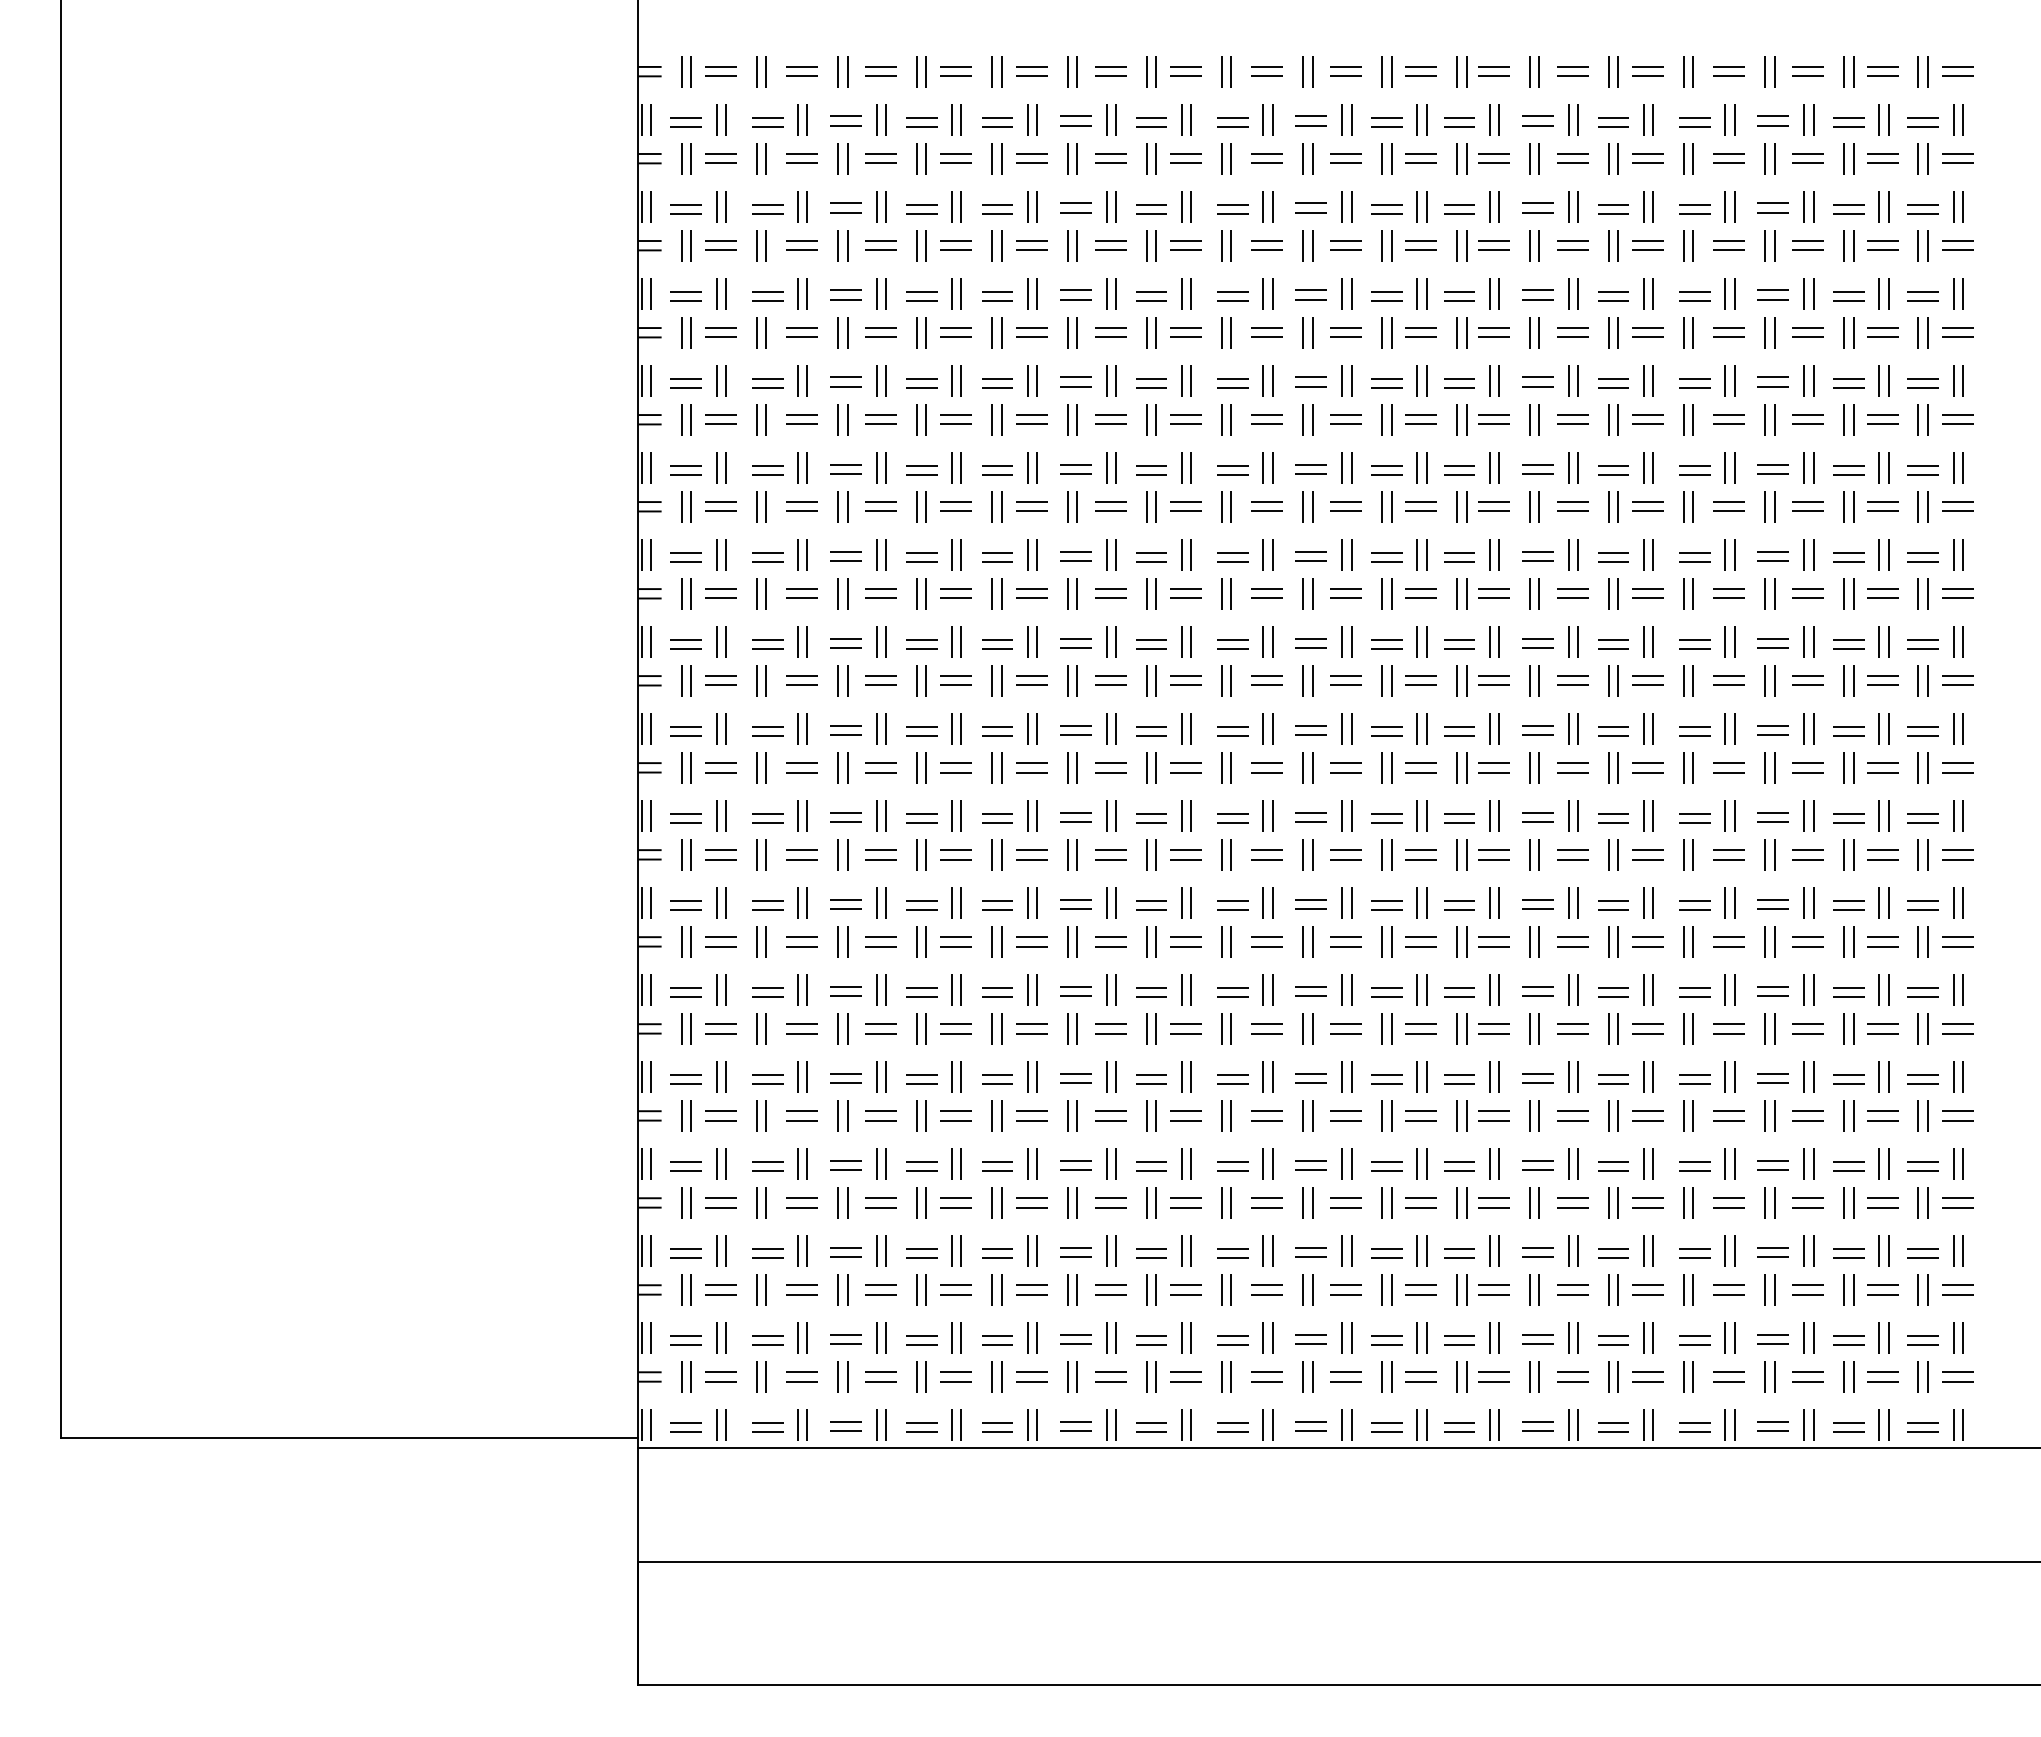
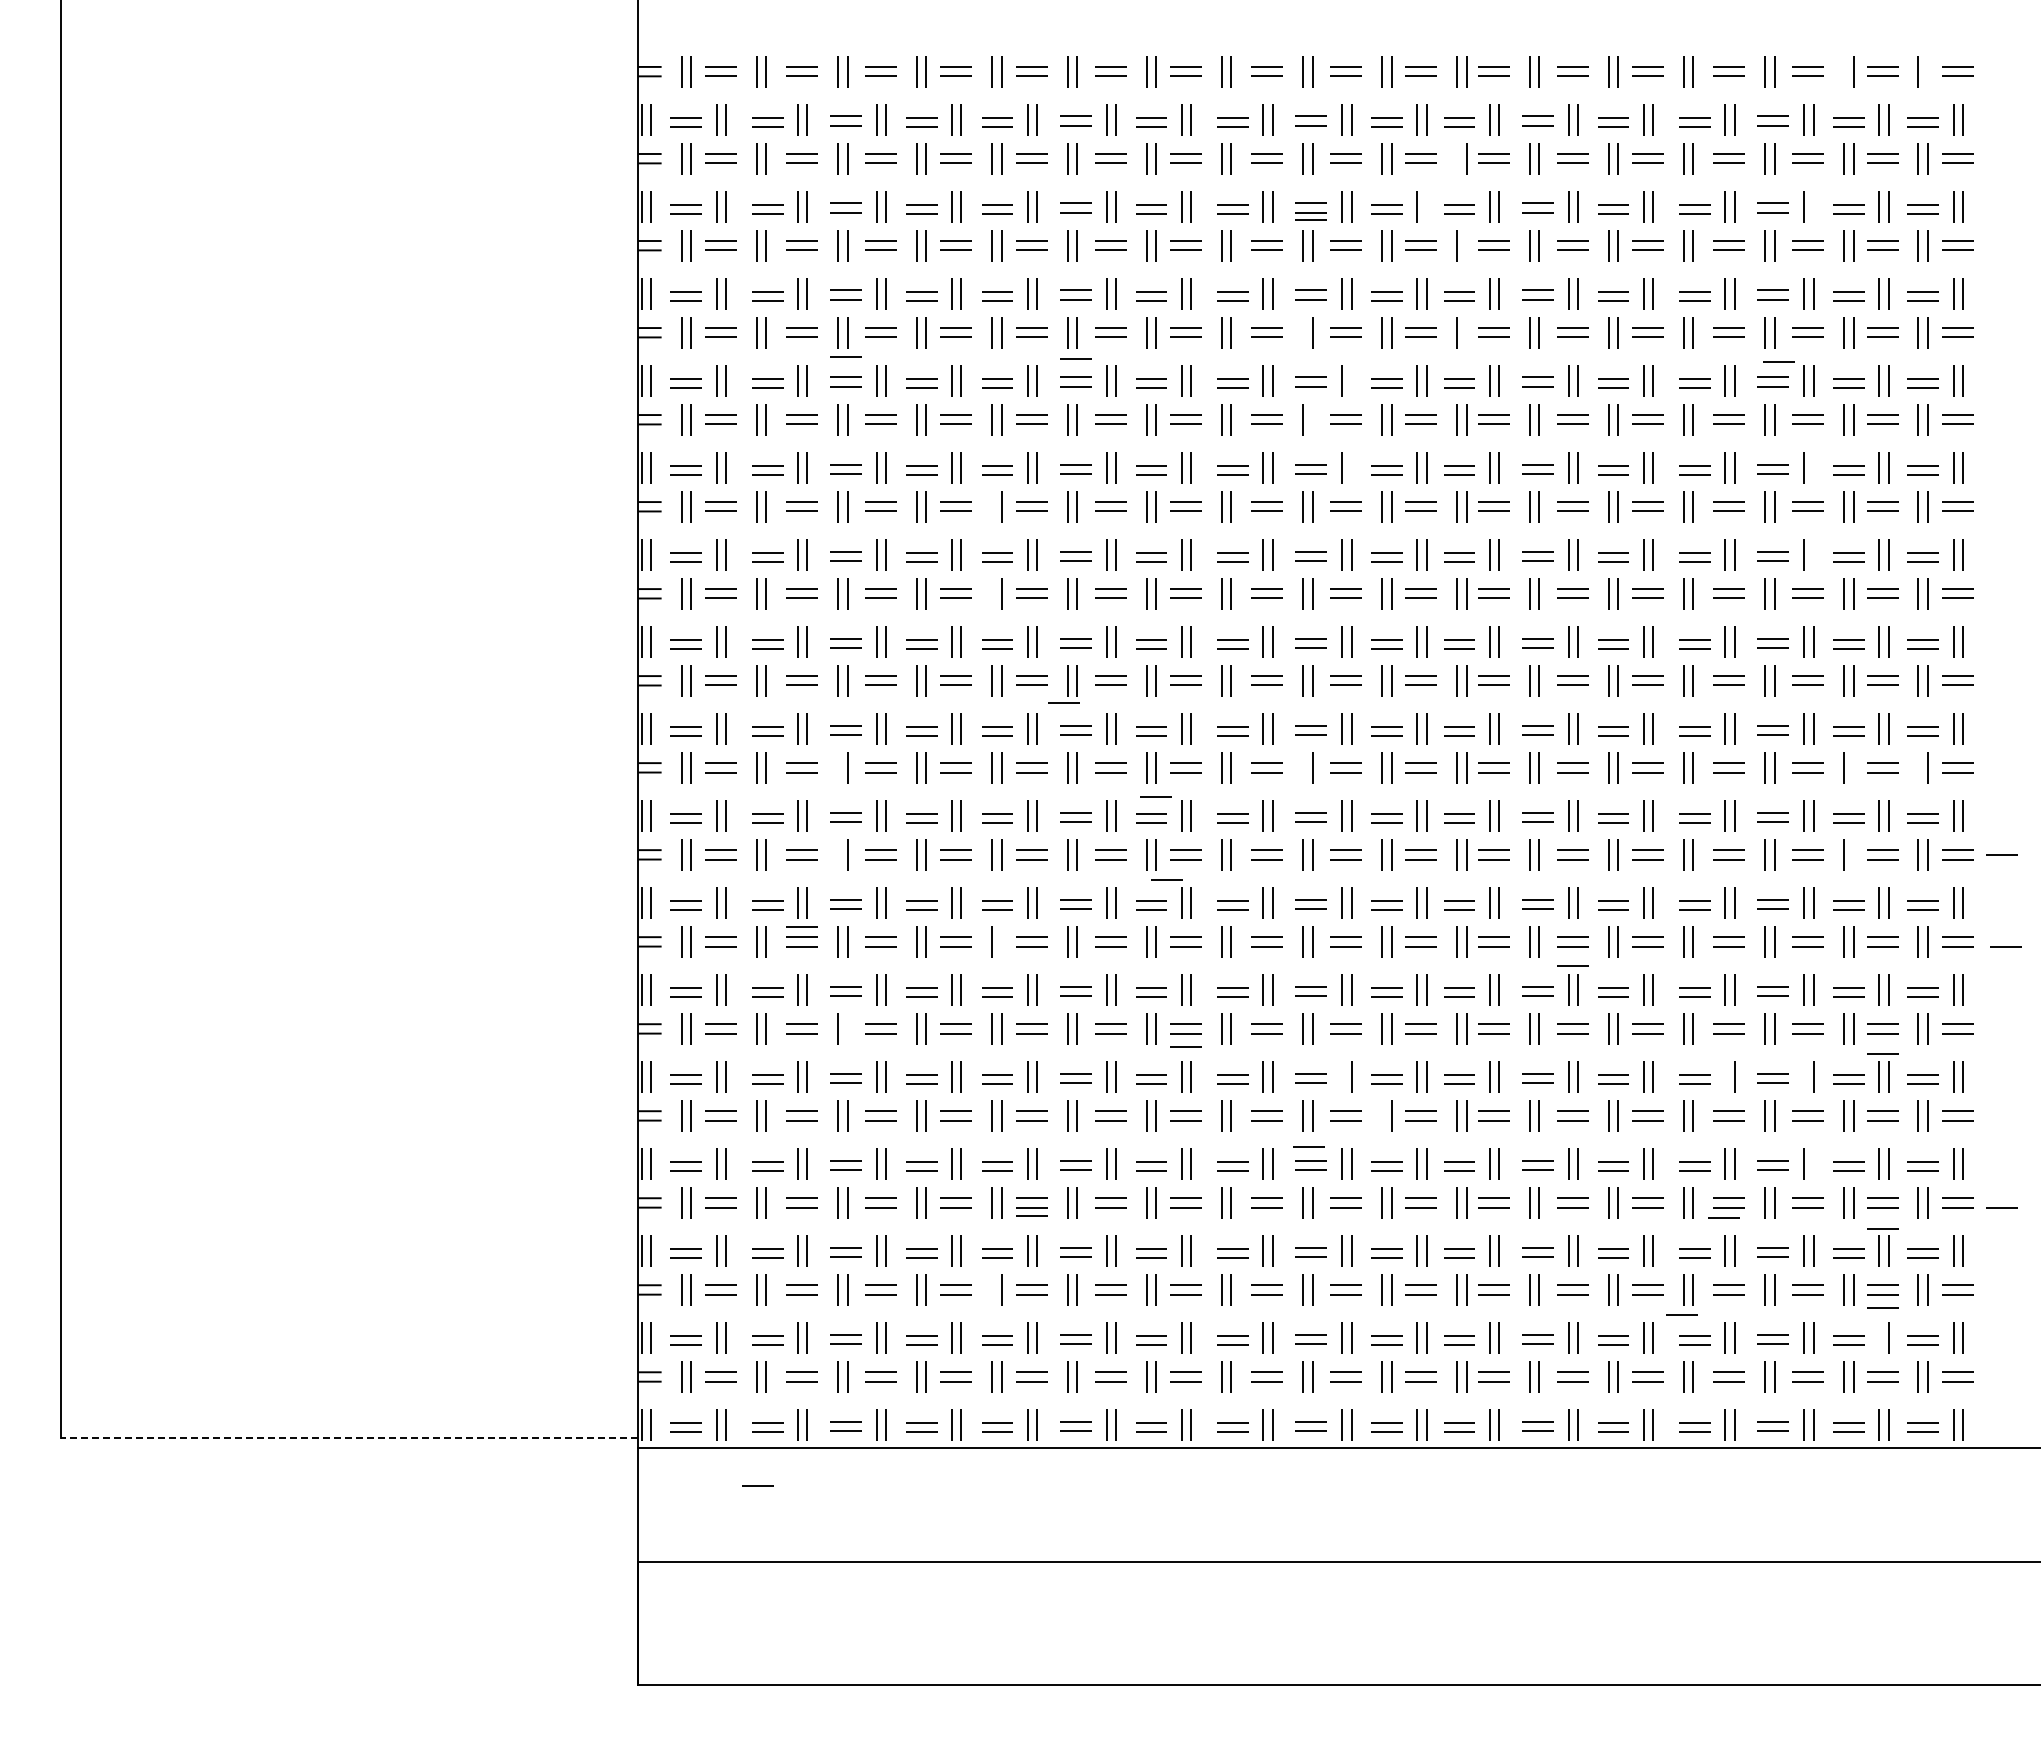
line at (1843, 71): present -> none
line at (1927, 71): present -> none
line at (1456, 158): present -> none
line at (1426, 206): present -> none
line at (1813, 206): present -> none
line at (1310, 219): none -> present
line at (1466, 245): present -> none
line at (1302, 332): present -> none
line at (1466, 332): present -> none
line at (845, 356): none -> present
line at (1075, 358): none -> present
line at (1778, 361): none -> present
line at (1351, 380): present -> none
line at (1312, 419): present -> none
line at (1351, 467): present -> none
line at (1813, 467): present -> none
line at (991, 506): present -> none
line at (1813, 554): present -> none
line at (991, 593): present -> none
line at (1063, 702): none -> present
line at (837, 767): present -> none
line at (1302, 767): present -> none
line at (1853, 767): present -> none
line at (1917, 767): present -> none
line at (1155, 796): none -> present
line at (837, 854): present -> none
line at (1853, 854): present -> none
line at (2001, 854): none -> present
line at (1166, 879): none -> present
line at (801, 926): none -> present
line at (1001, 941): present -> none
line at (2005, 946): none -> present
line at (1572, 965): none -> present
line at (847, 1028): present -> none
line at (1185, 1046): none -> present
line at (1882, 1053): none -> present
line at (1341, 1076): present -> none
line at (1724, 1076): present -> none
line at (1803, 1076): present -> none
line at (1381, 1115): present -> none
line at (1308, 1146): none -> present
line at (1813, 1163): present -> none
line at (2001, 1207): none -> present
line at (1031, 1215): none -> present
line at (1723, 1217): none -> present
line at (1882, 1228): none -> present
line at (991, 1289): present -> none
line at (1882, 1307): none -> present
line at (1681, 1314): none -> present
line at (1878, 1337): present -> none
line at (349, 1438): solid -> dashed
line at (757, 1485): none -> present
